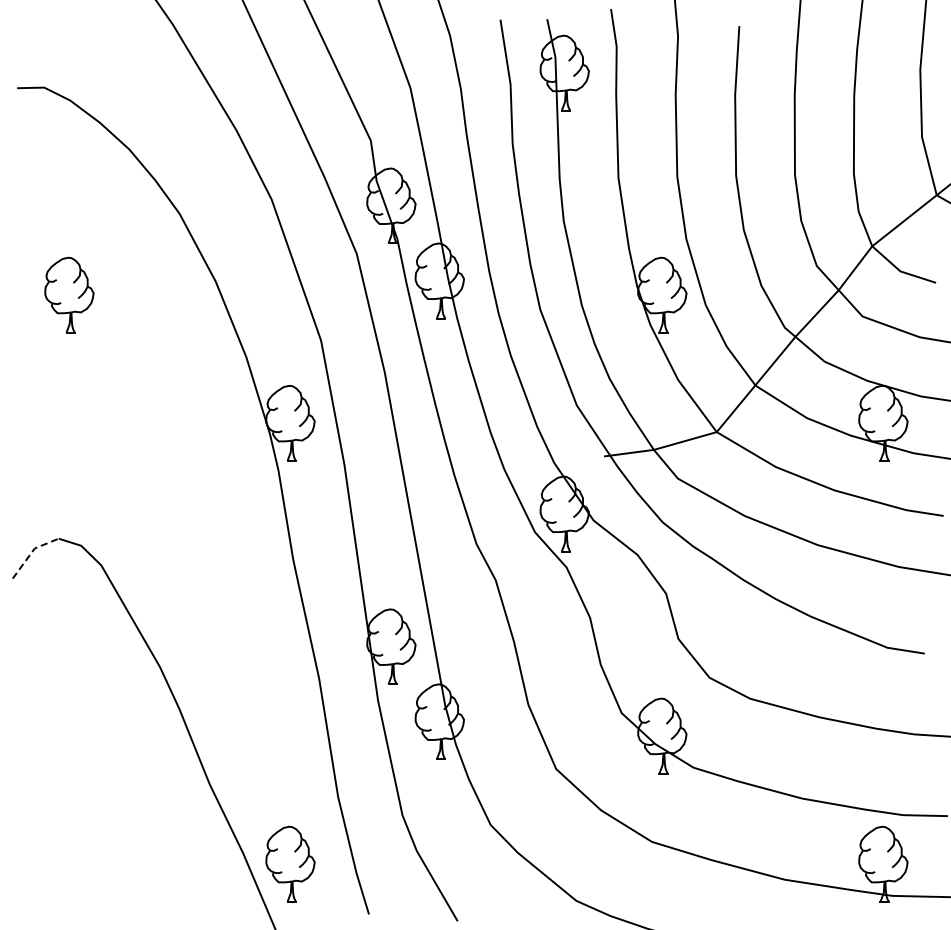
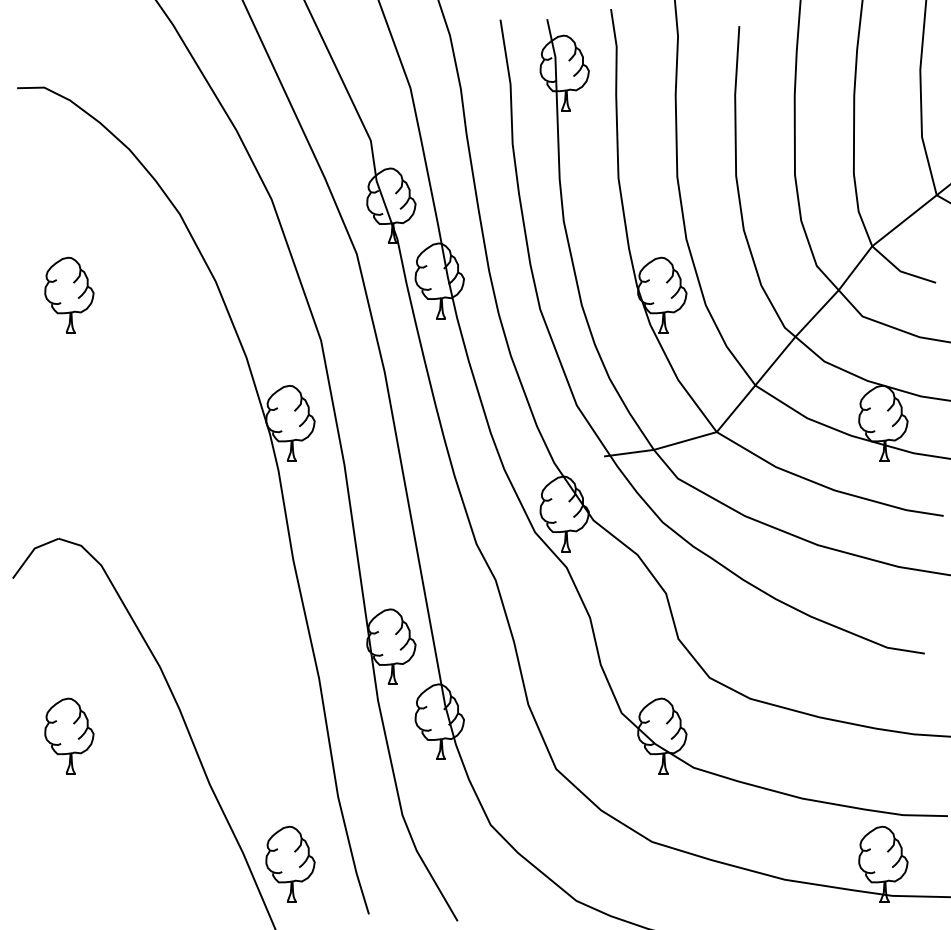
line at (31, 552): dashed -> solid
part at (69, 735): none -> present
